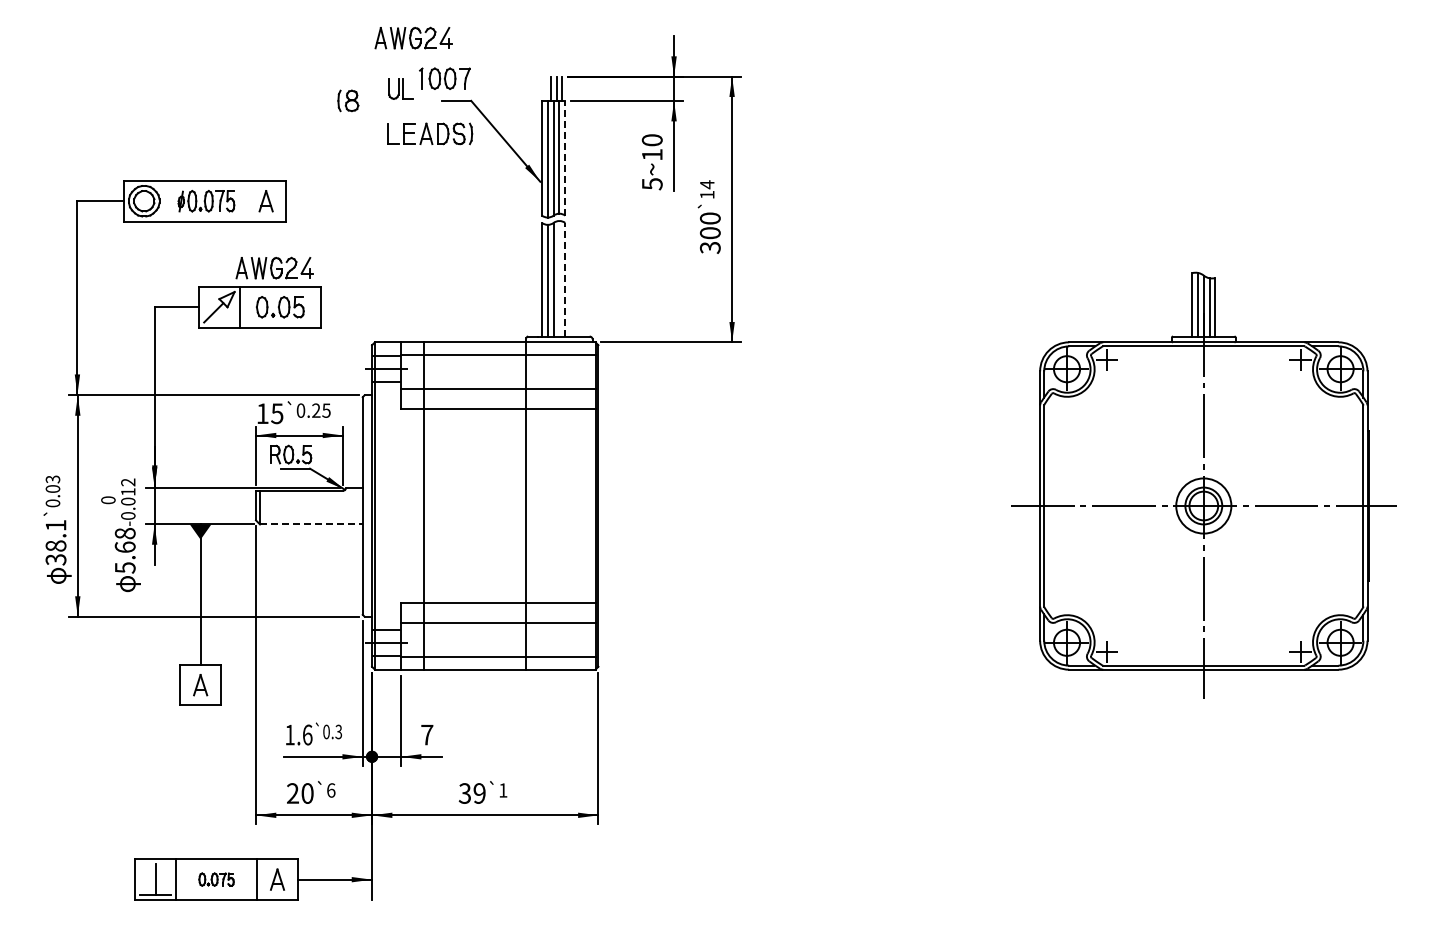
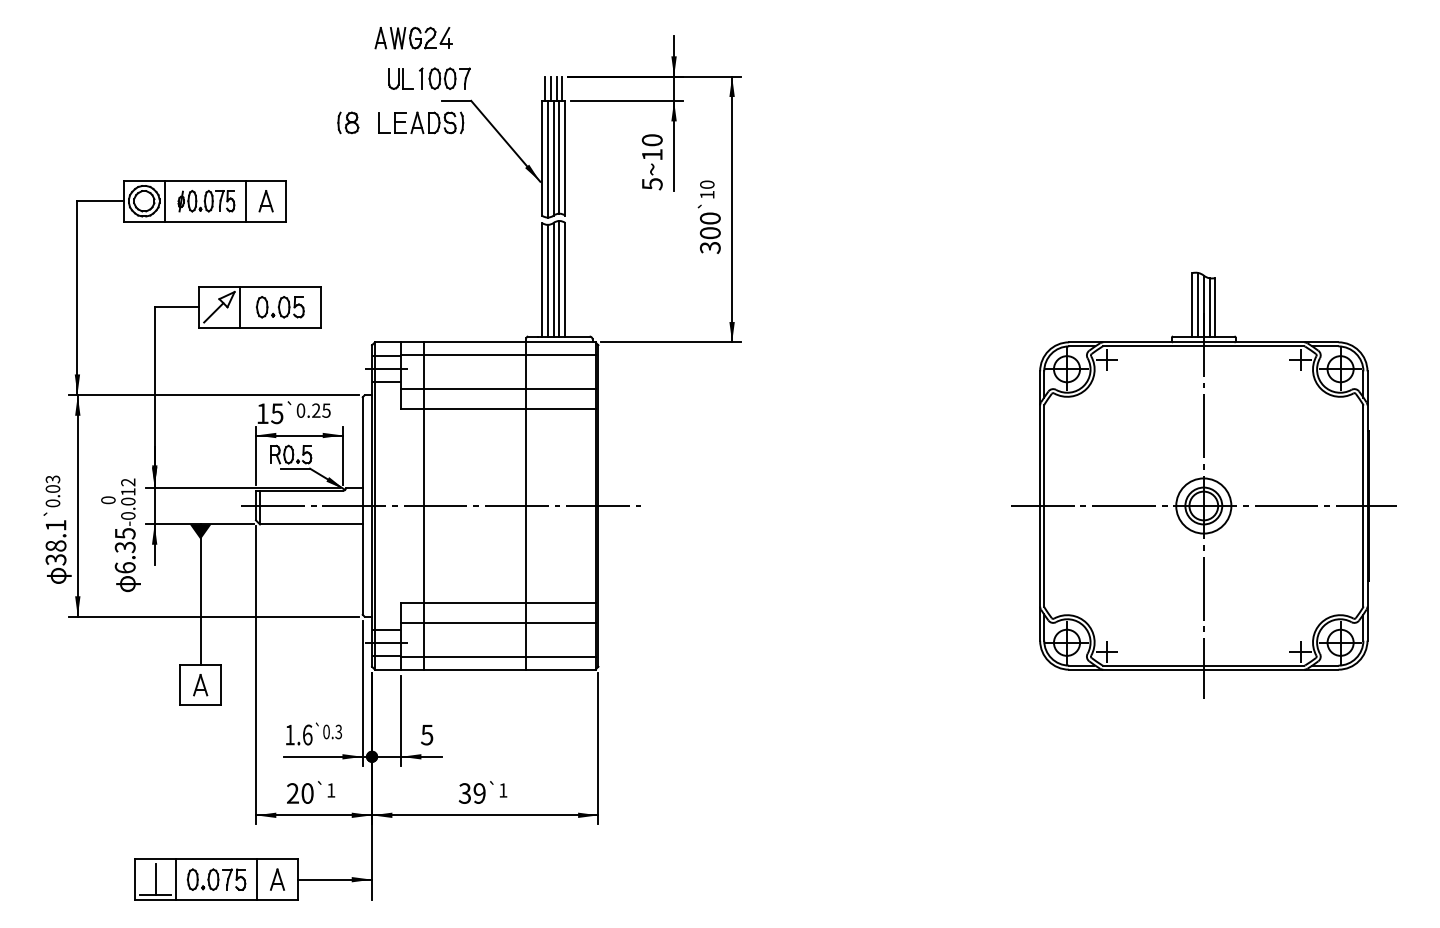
part at (400, 88) position: (400, 88) -> (400, 78)
line at (544, 88): none -> present
part at (348, 100) position: (348, 100) -> (348, 122)
part at (430, 133) position: (430, 133) -> (421, 122)
line at (565, 157): dashed -> solid
text at (707, 184): 14 -> 10
line at (164, 200): none -> present
line at (245, 200): none -> present
part at (274, 267): present -> none
line at (559, 278): none -> present
line at (565, 279): dashed -> solid
line at (441, 506): none -> present
line at (311, 524): dashed -> solid
text at (124, 550): 5.68 -> 6.35
text at (427, 734): 7 -> 5
text at (331, 790): 6 -> 1
part at (216, 879) size: 37x15 px -> 61x23 px
